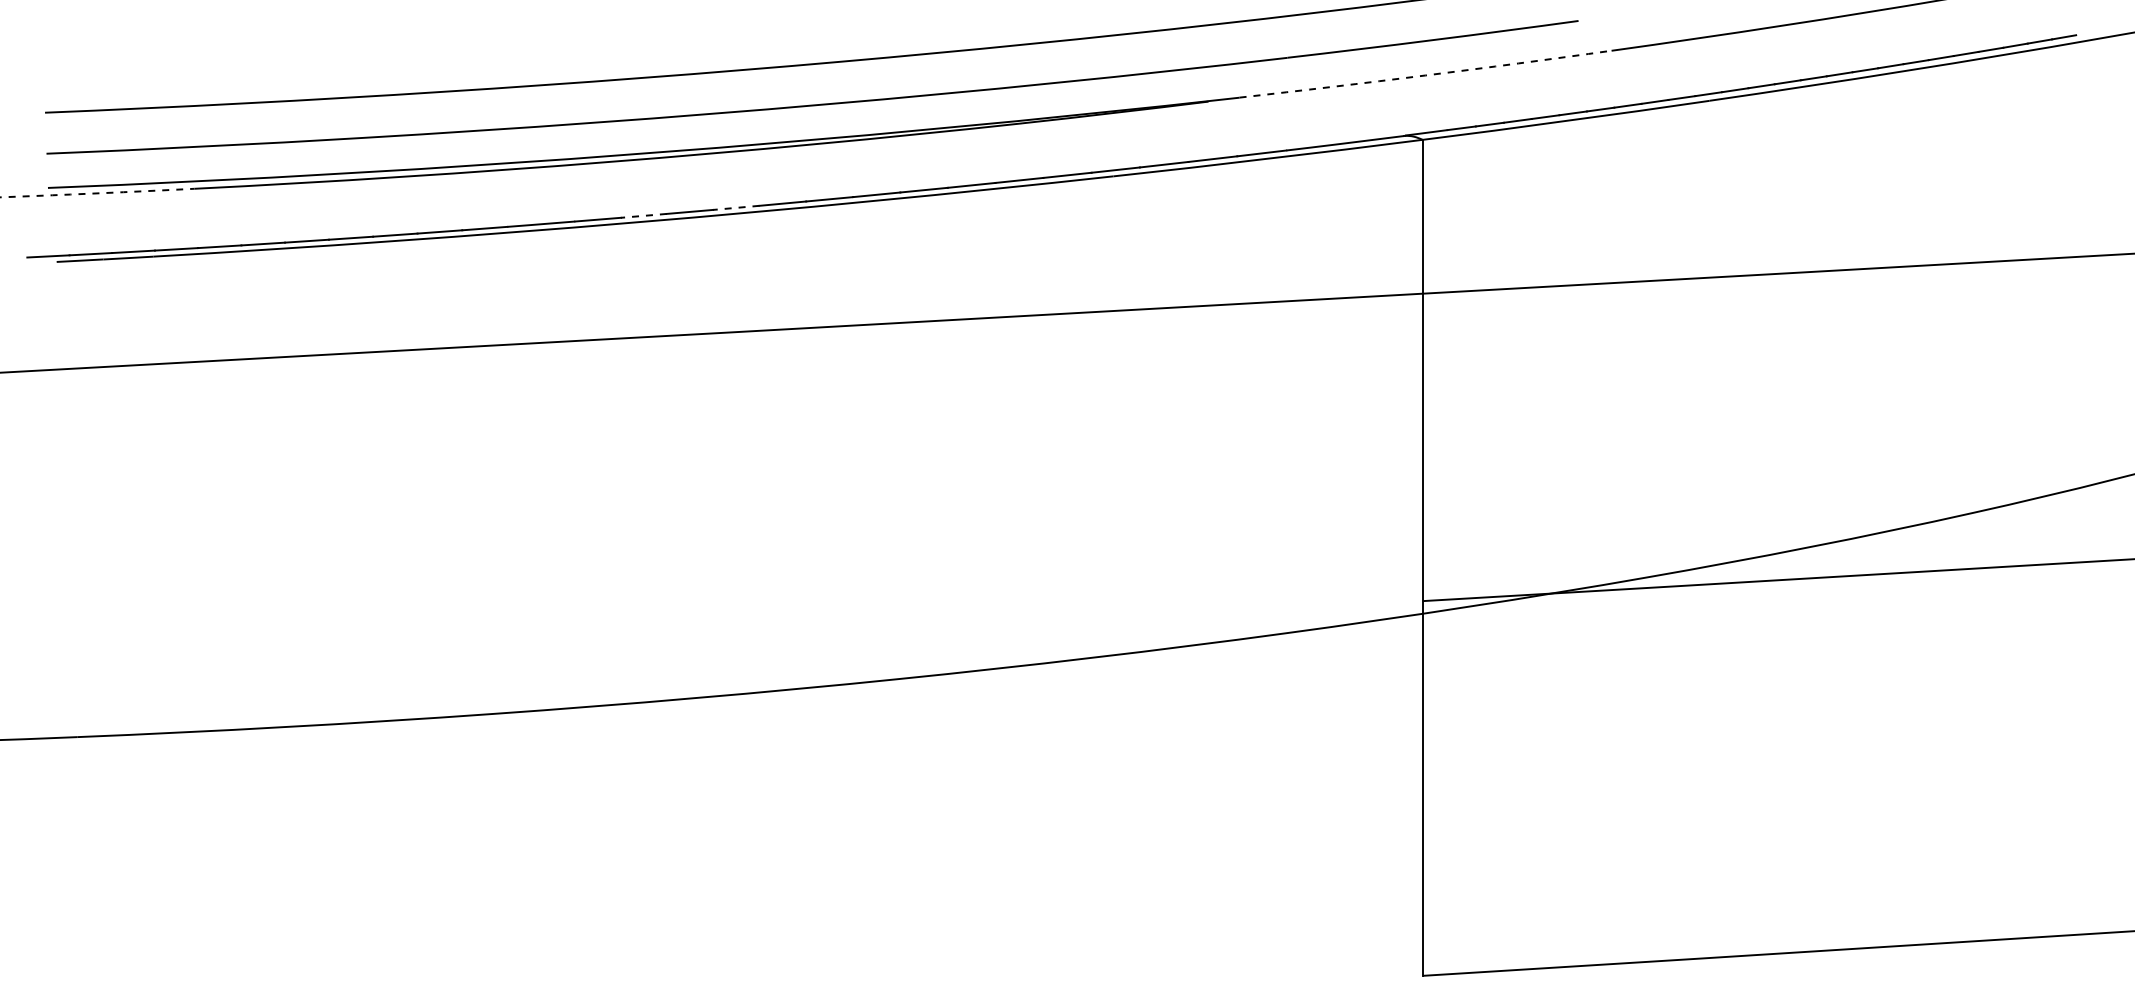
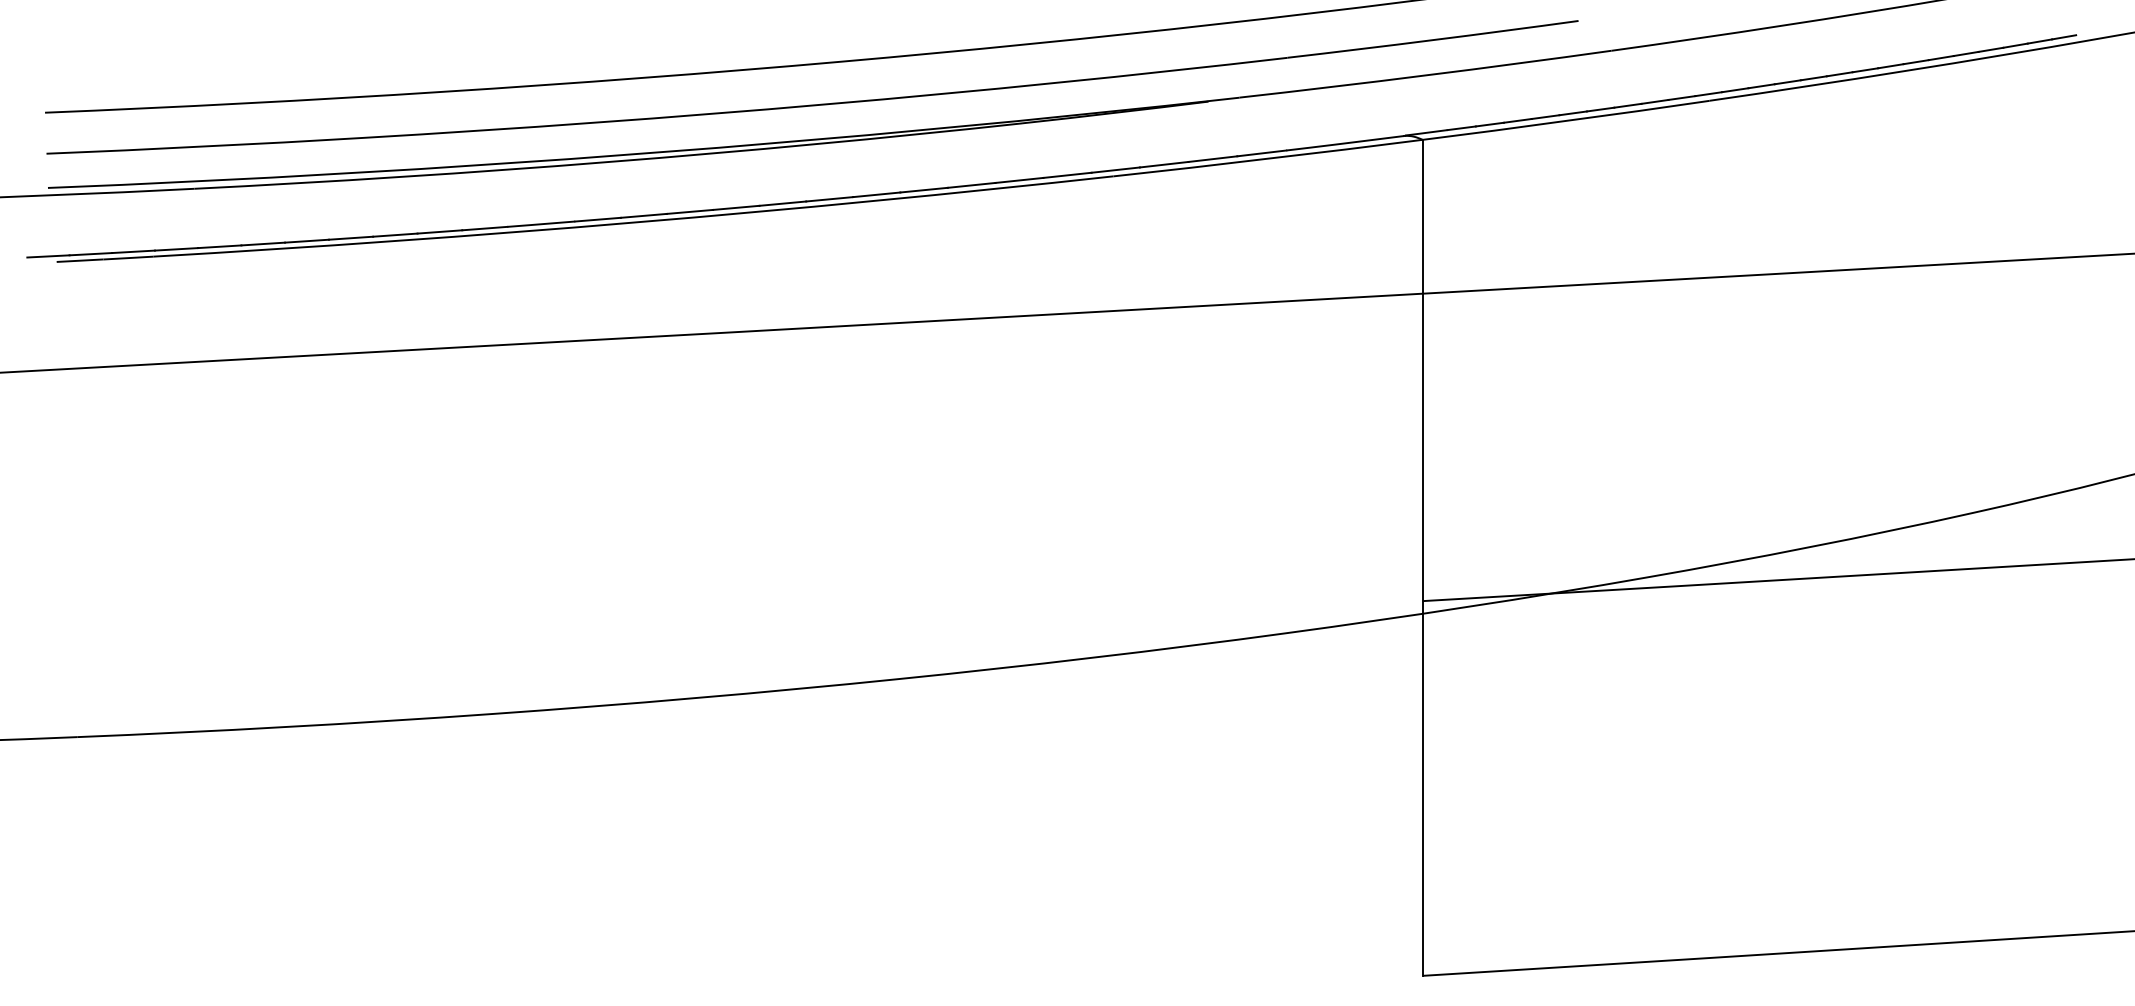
arc at (1425, 75): dashed -> solid
arc at (97, 193): dashed -> solid
line at (735, 207): dashed -> solid
line at (643, 215): dashed -> solid
